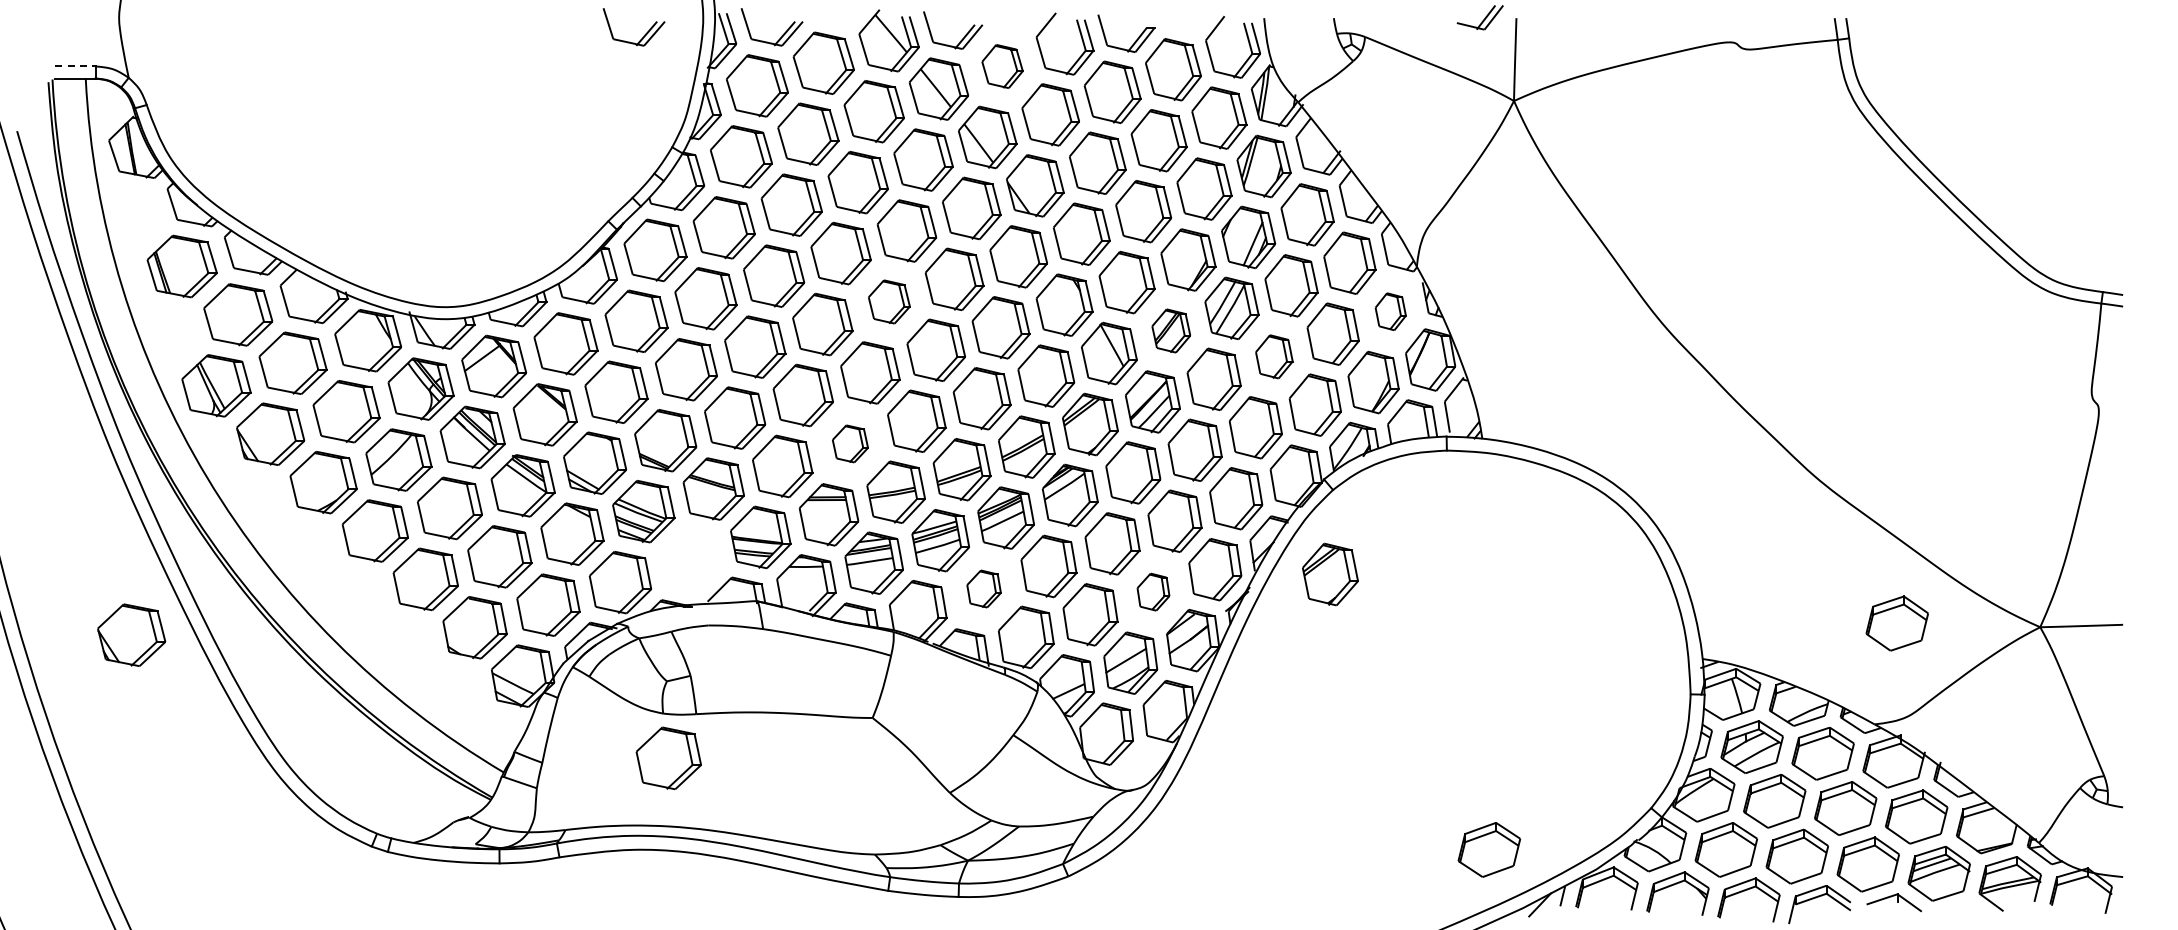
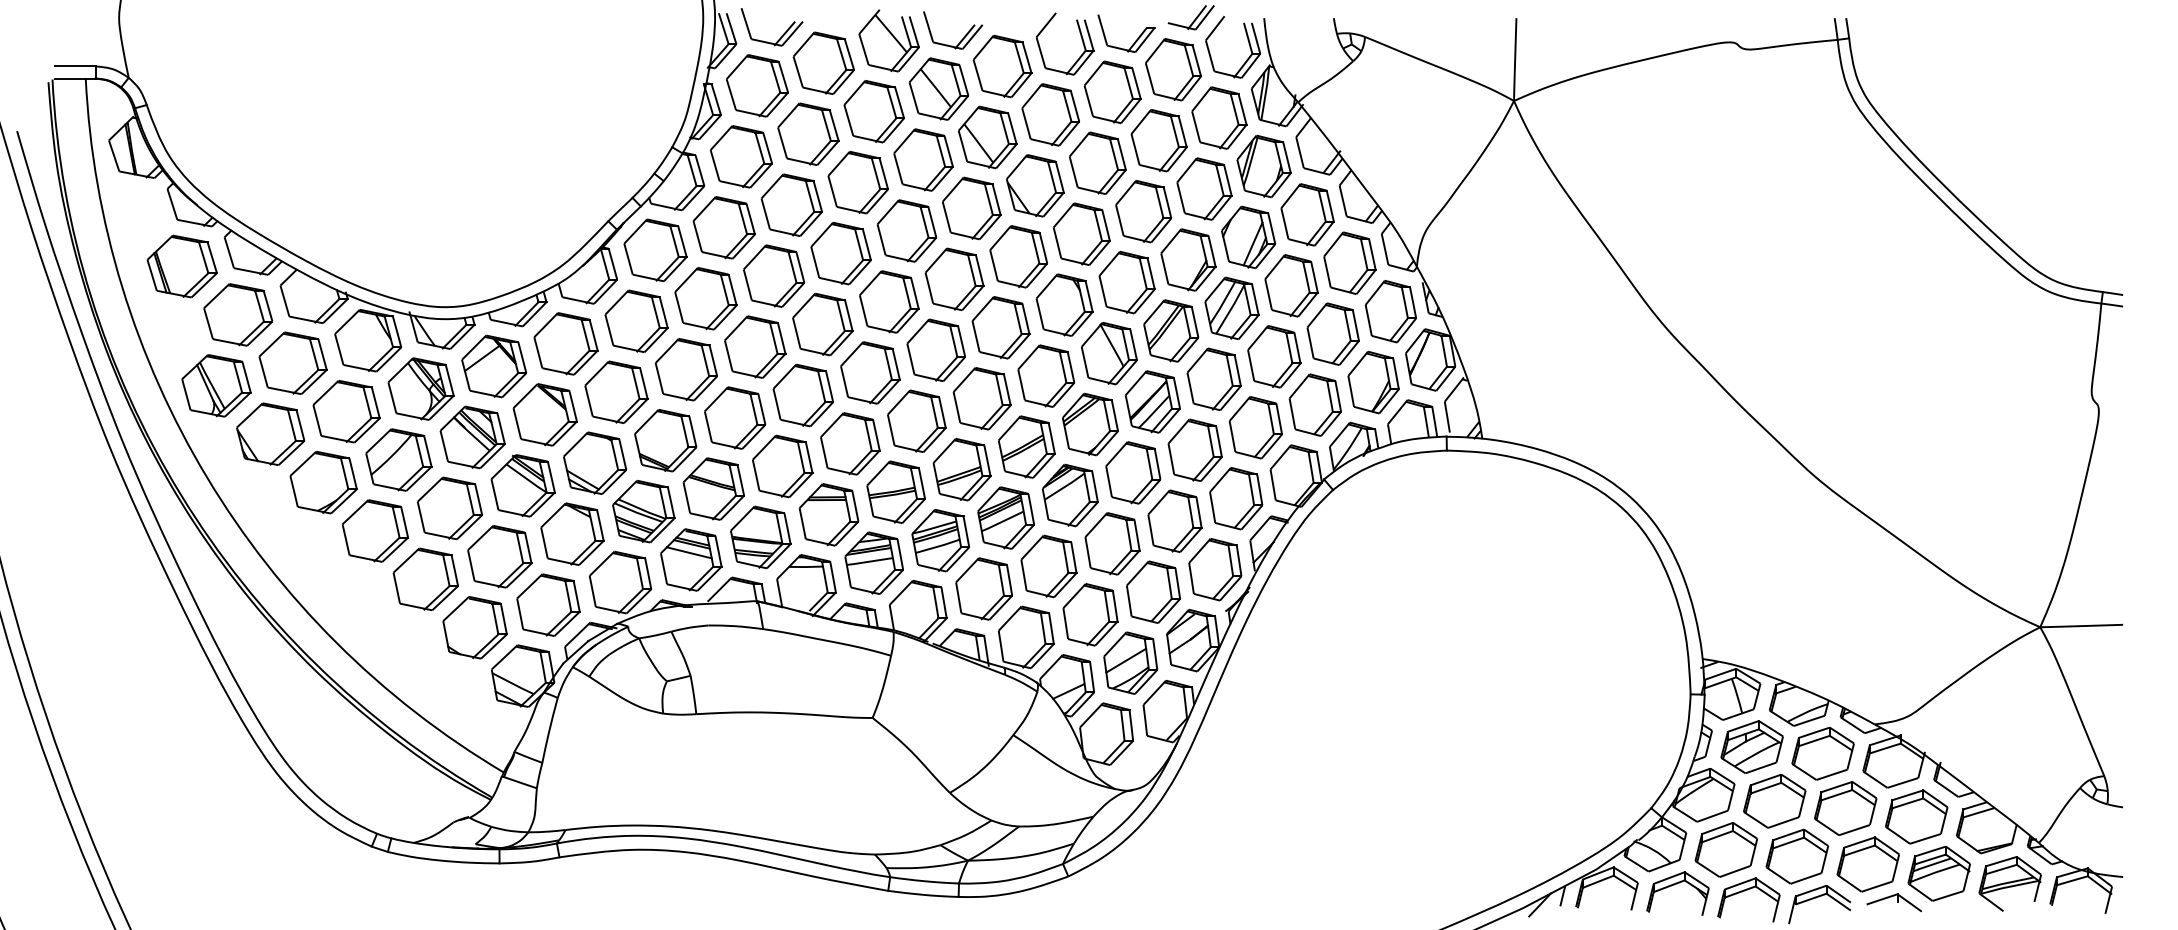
part at (1479, 17) position: (1479, 17) -> (1190, 17)
part at (644, 34): present -> none
line at (76, 66): dashed -> solid
part at (1002, 66) size: 43x45 px -> 61x65 px
part at (889, 301) size: 43x46 px -> 61x64 px
part at (1390, 311) size: 33x39 px -> 53x64 px
part at (1171, 330) size: 41x46 px -> 57x64 px
part at (1274, 356) size: 39x46 px -> 55x64 px
part at (850, 443) size: 37x40 px -> 61x64 px
part at (691, 559): none -> present
part at (1330, 574): present -> none
part at (983, 588) size: 36x40 px -> 58x64 px
part at (1153, 591) size: 35x40 px -> 55x64 px
part at (1896, 623): present -> none
part at (131, 634): present -> none
part at (668, 758): present -> none
part at (1489, 849): present -> none
